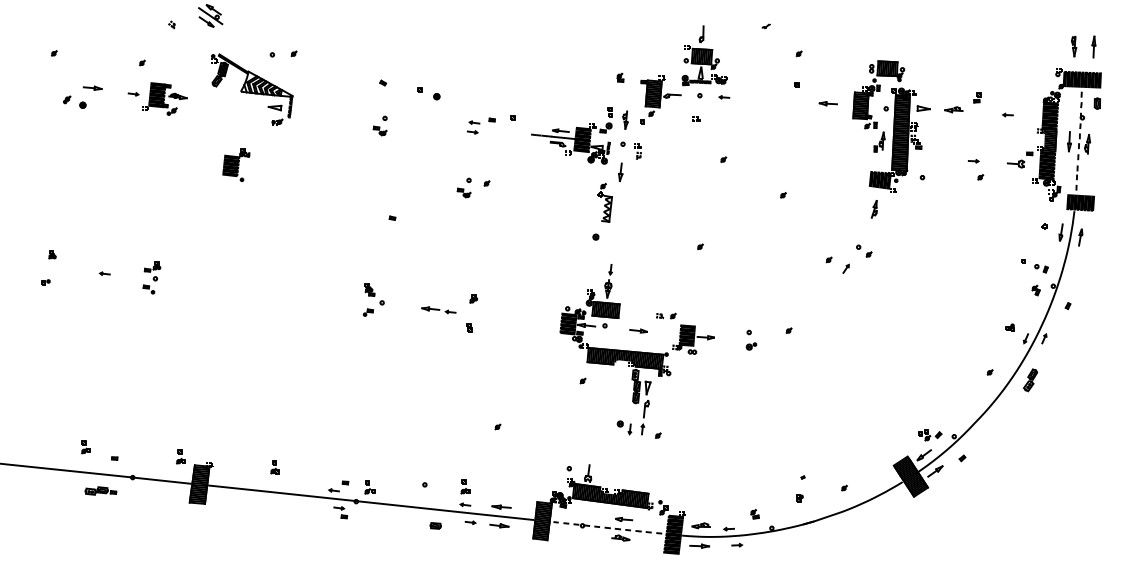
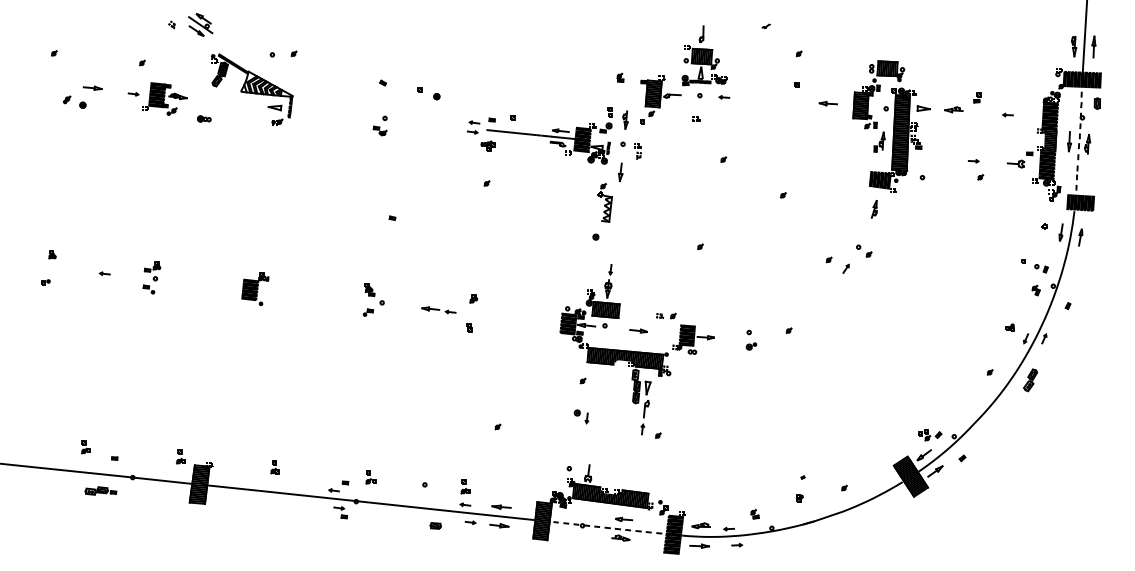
part at (210, 15) position: (210, 15) -> (200, 24)
line at (1084, 36): none -> present
part at (204, 118): none -> present
line at (508, 132): none -> present
part at (487, 145): none -> present
part at (236, 164) position: (236, 164) -> (255, 288)
part at (463, 187): present -> none
part at (624, 427) position: (624, 427) -> (581, 416)
part at (369, 487) position: (369, 487) -> (370, 477)
